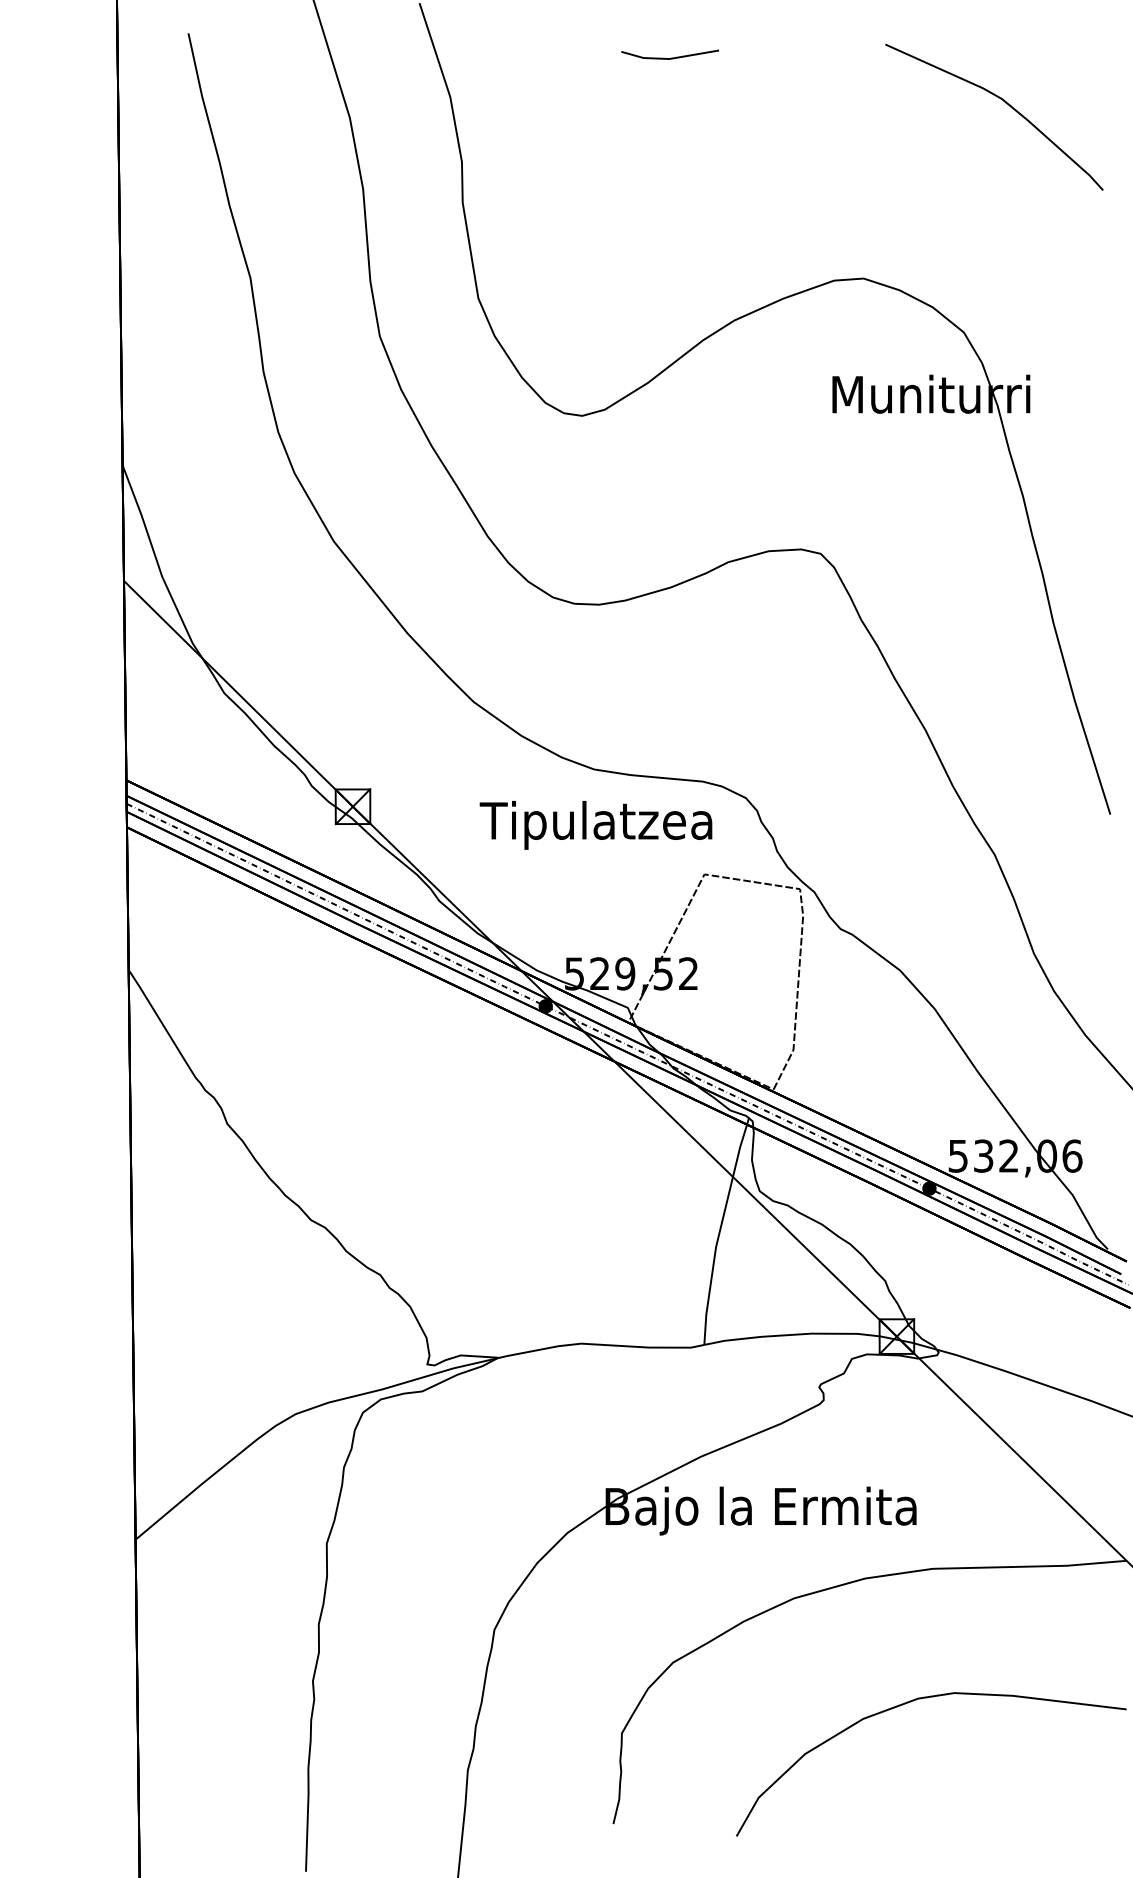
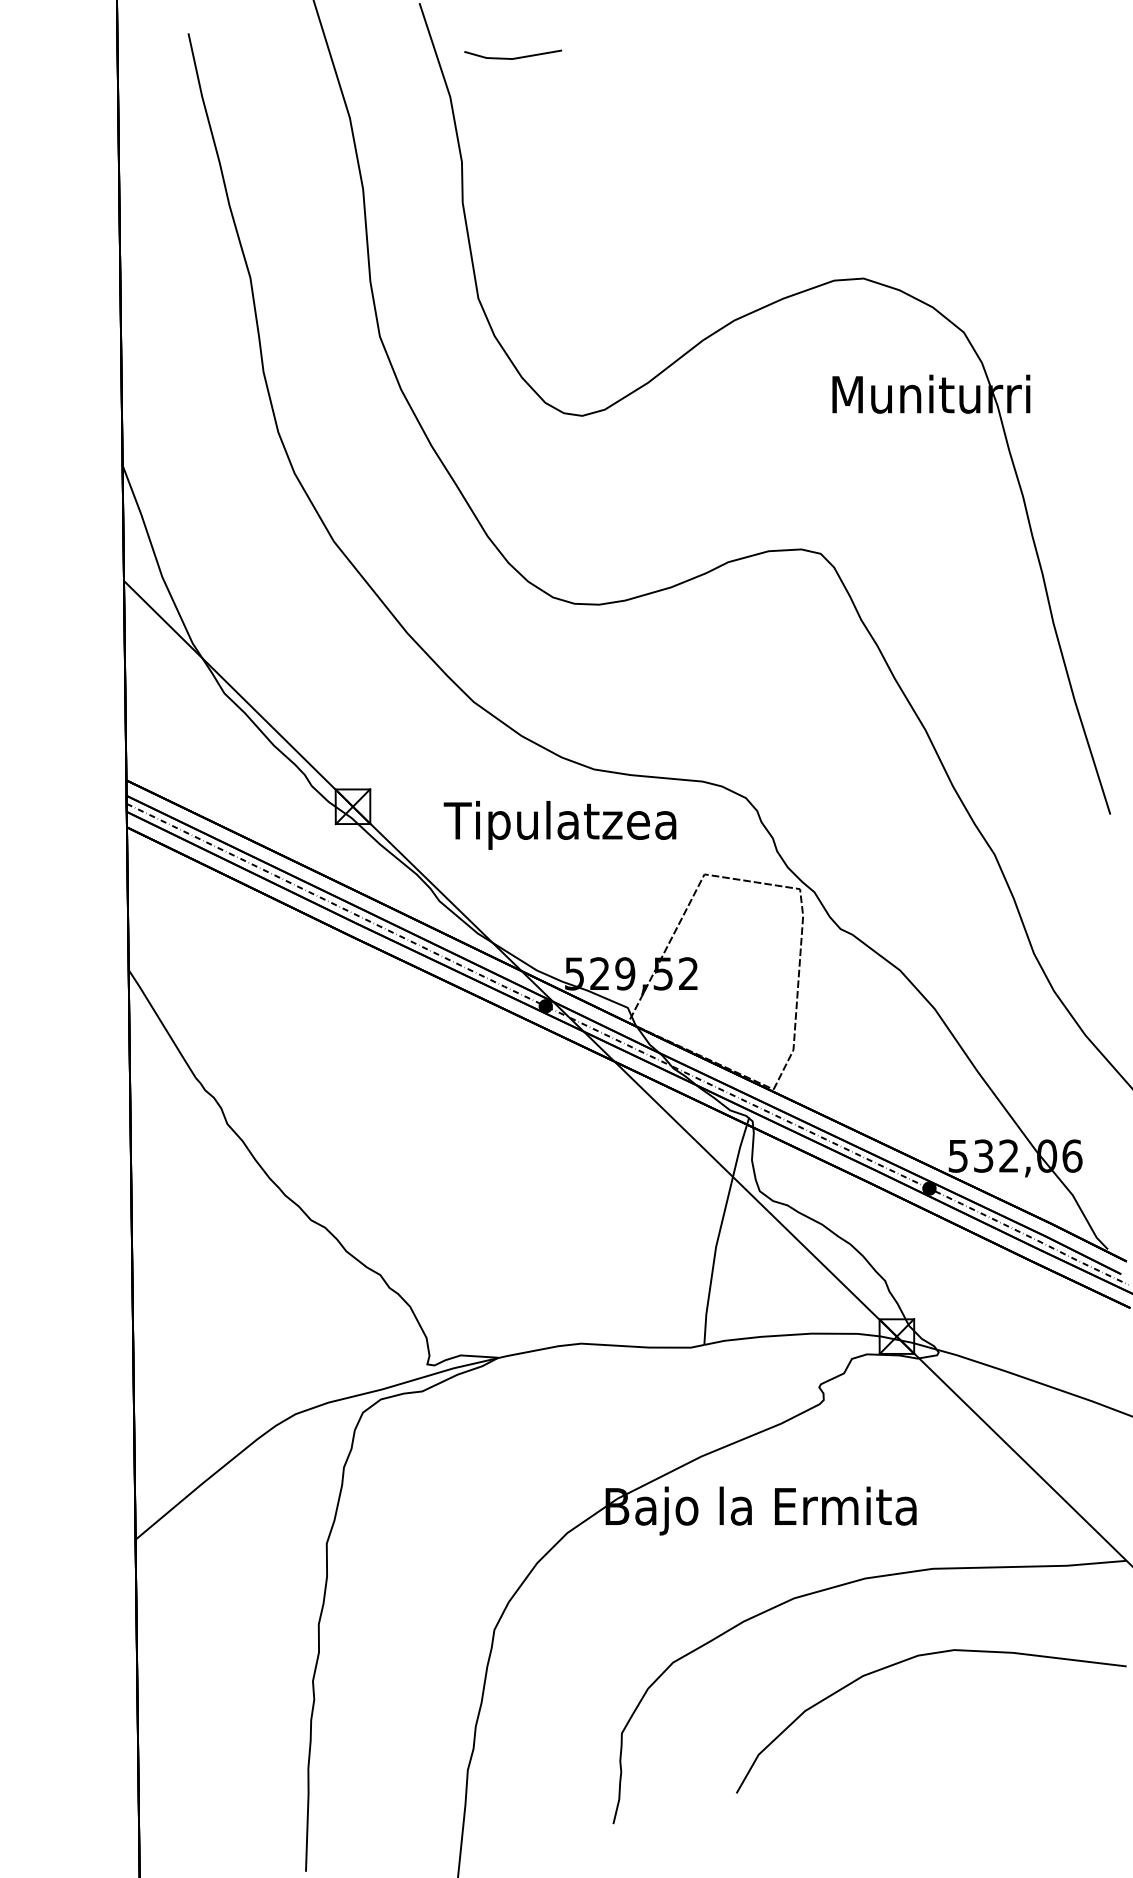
line at (670, 57) position: (670, 57) -> (513, 57)
curve at (1005, 103): present -> none
text at (595, 825) position: (595, 825) -> (559, 825)
curve at (911, 1702) position: (911, 1702) -> (911, 1659)
